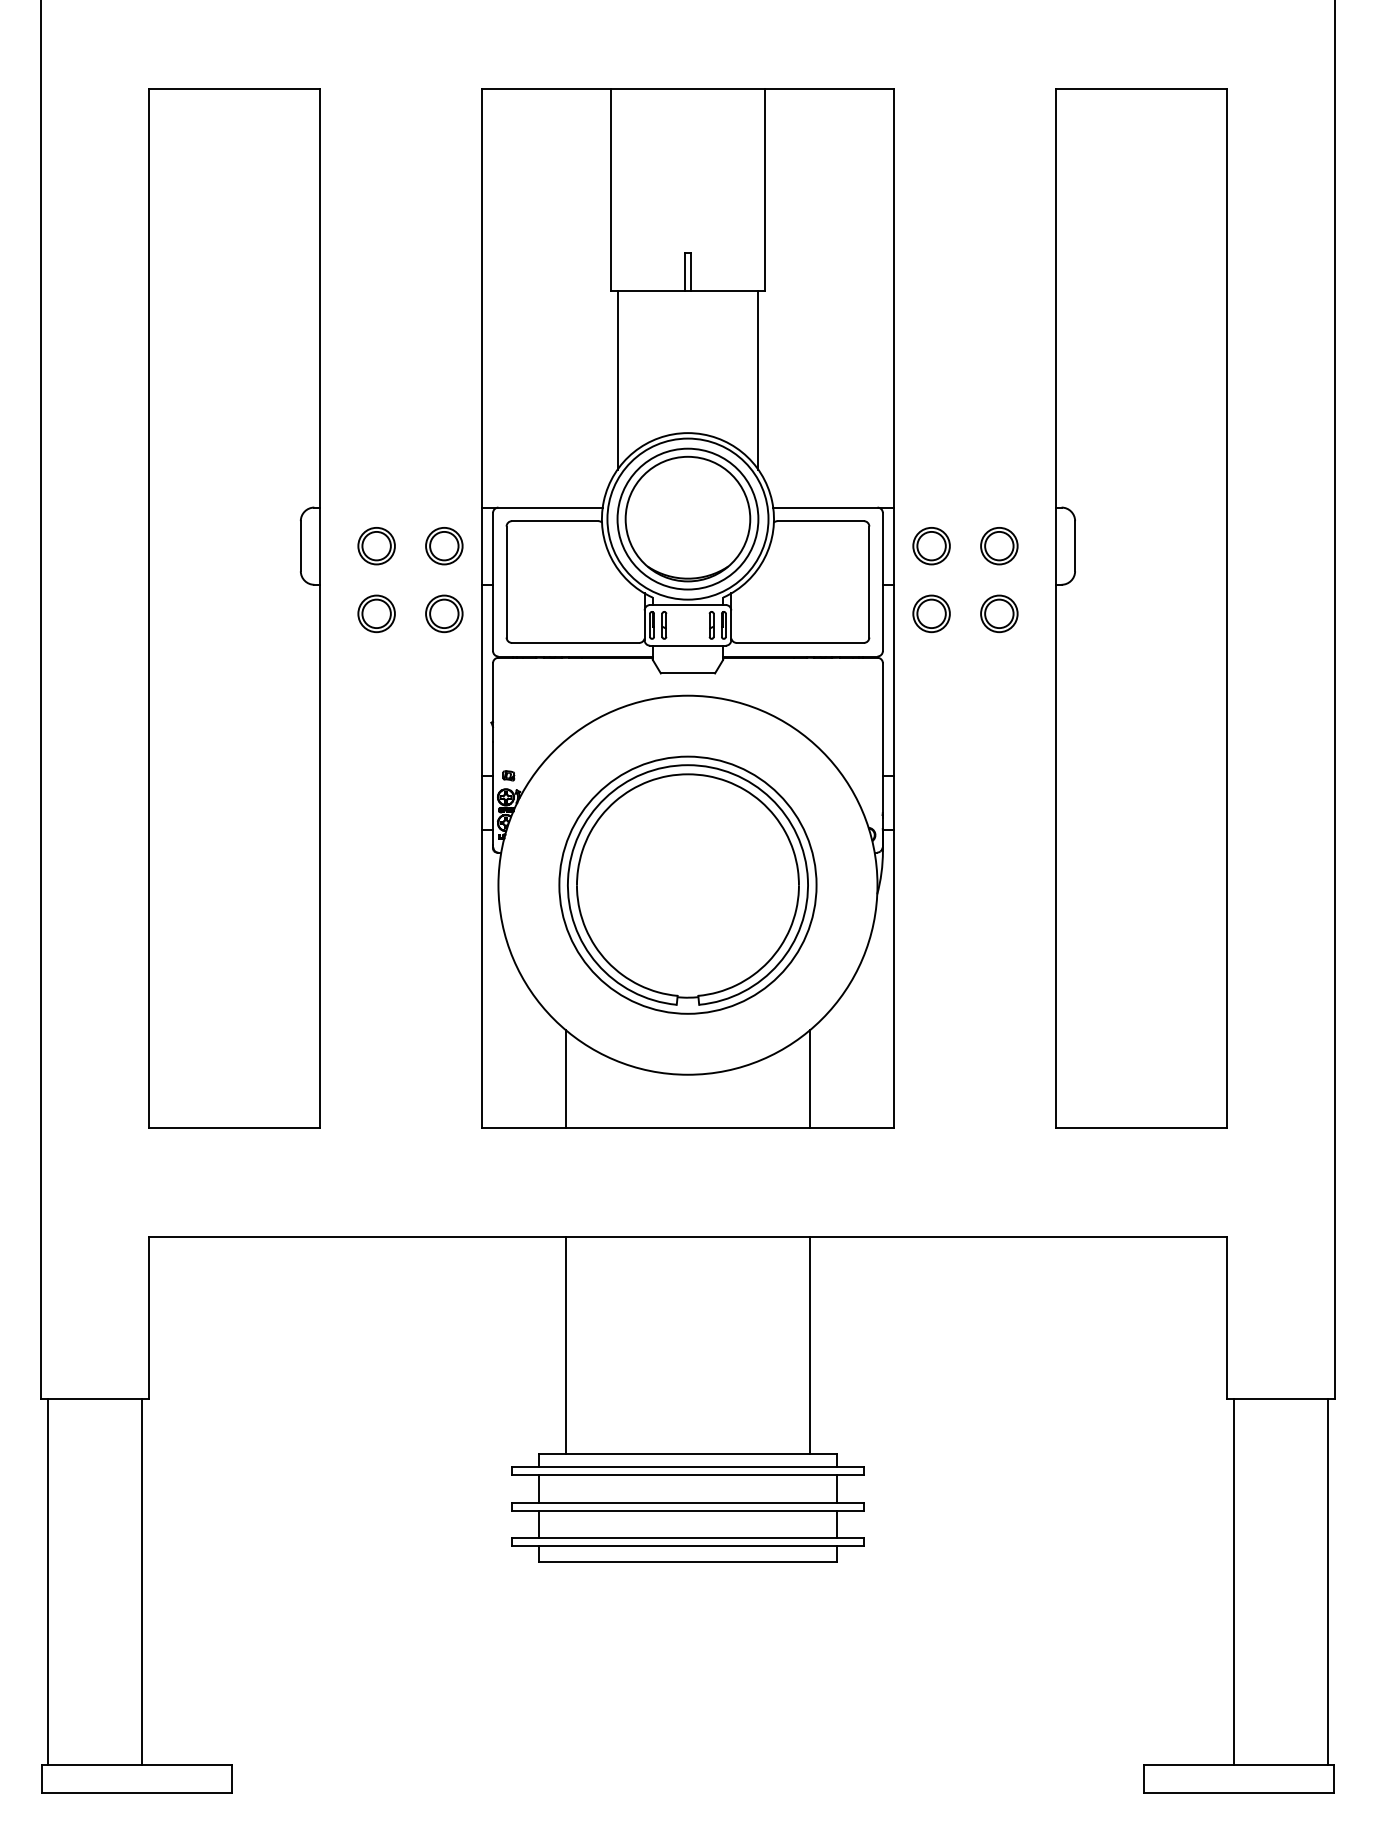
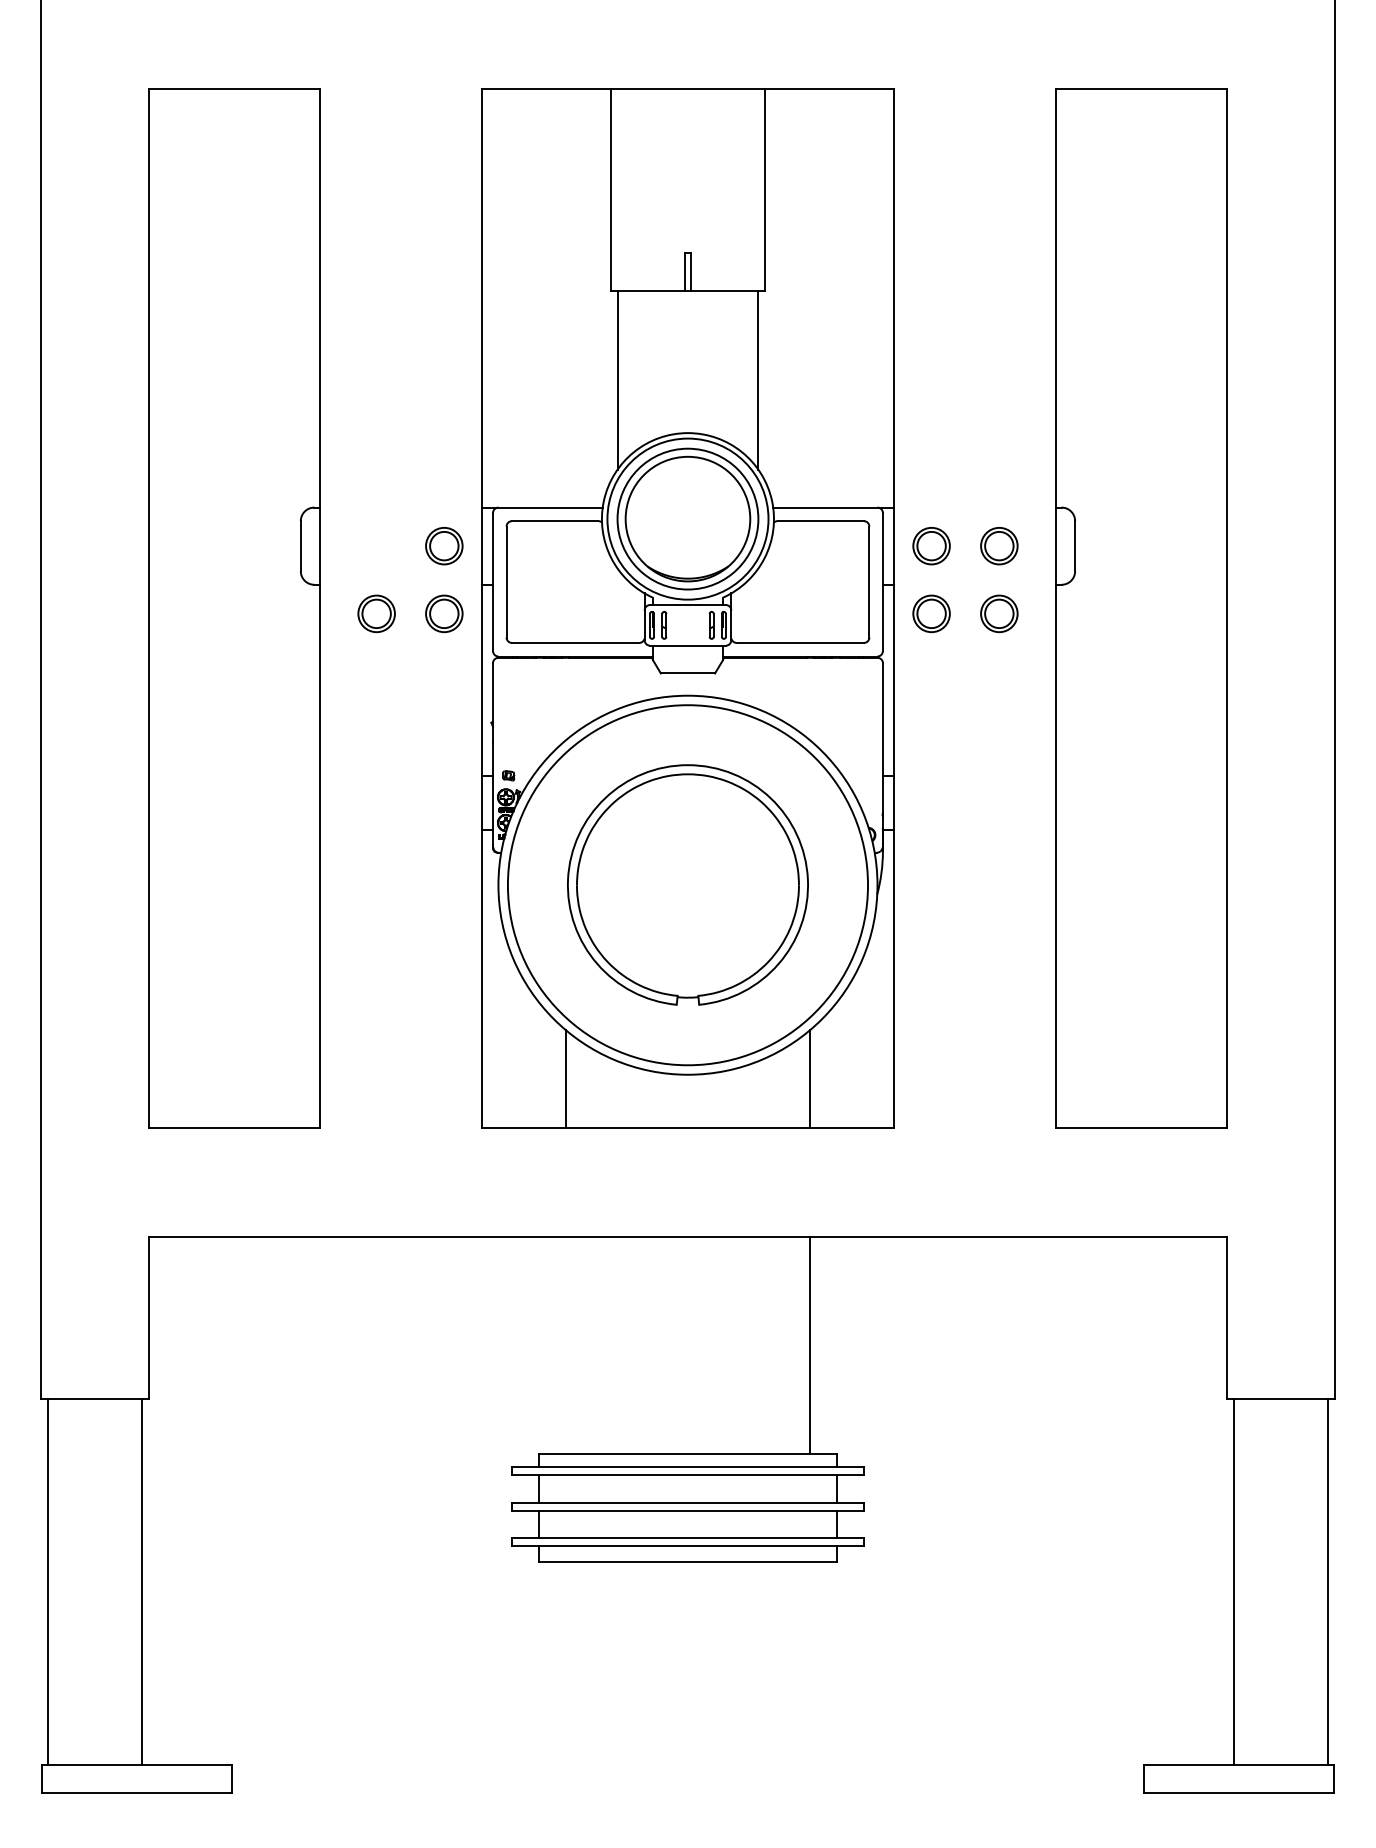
part at (376, 546): present -> none
circle at (687, 884) diameter: 257 px -> 360 px
line at (566, 1344): present -> none
